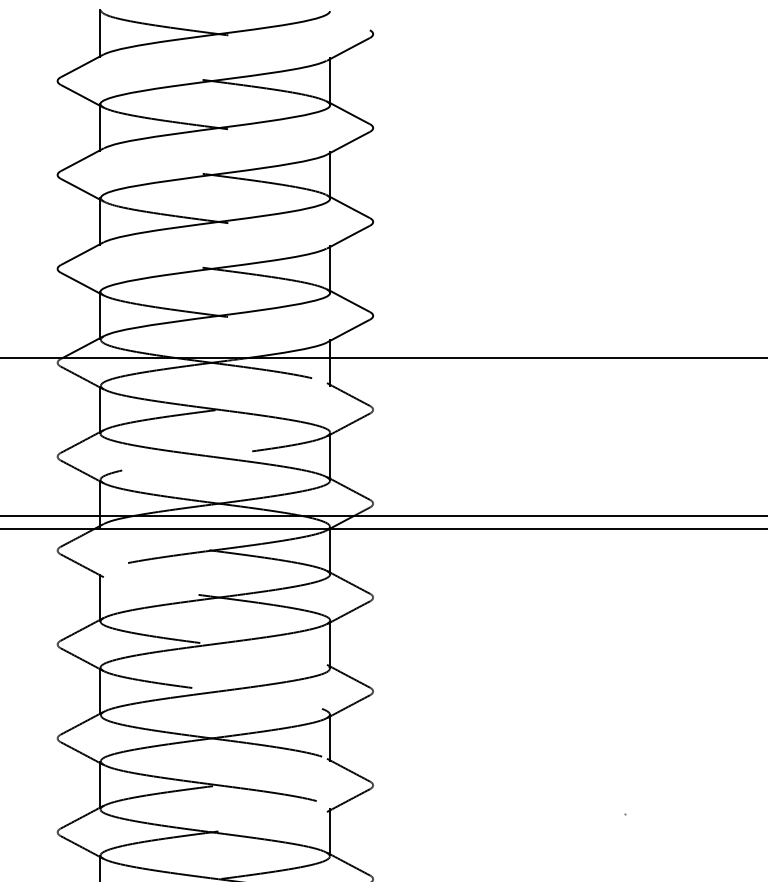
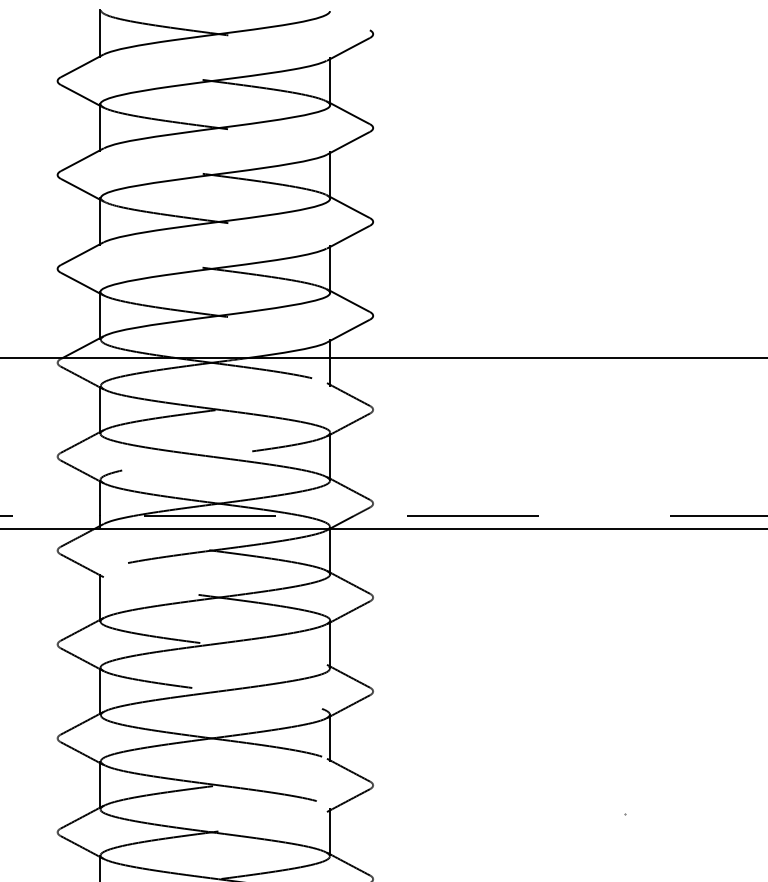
line at (384, 515): solid -> dashed
